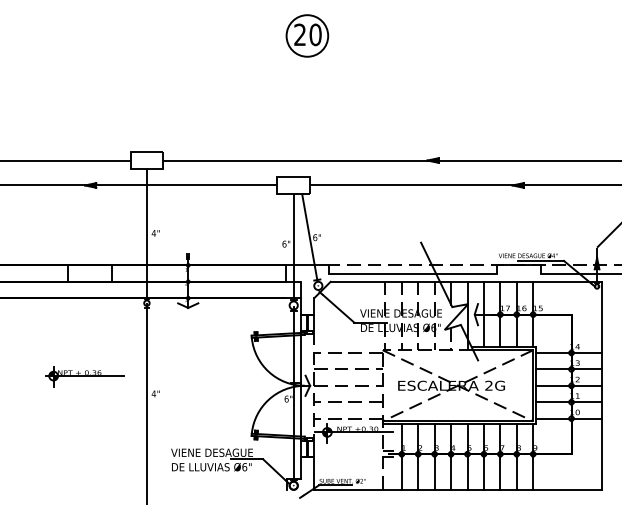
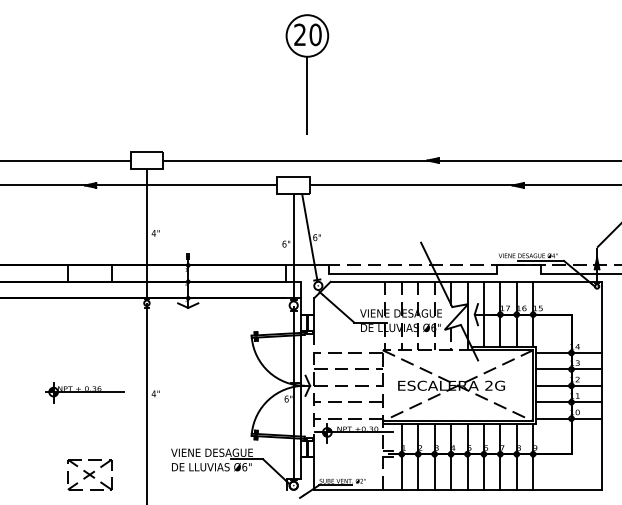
line at (307, 95): none -> present
part at (84, 376) position: (84, 376) -> (84, 392)
part at (89, 474): none -> present
